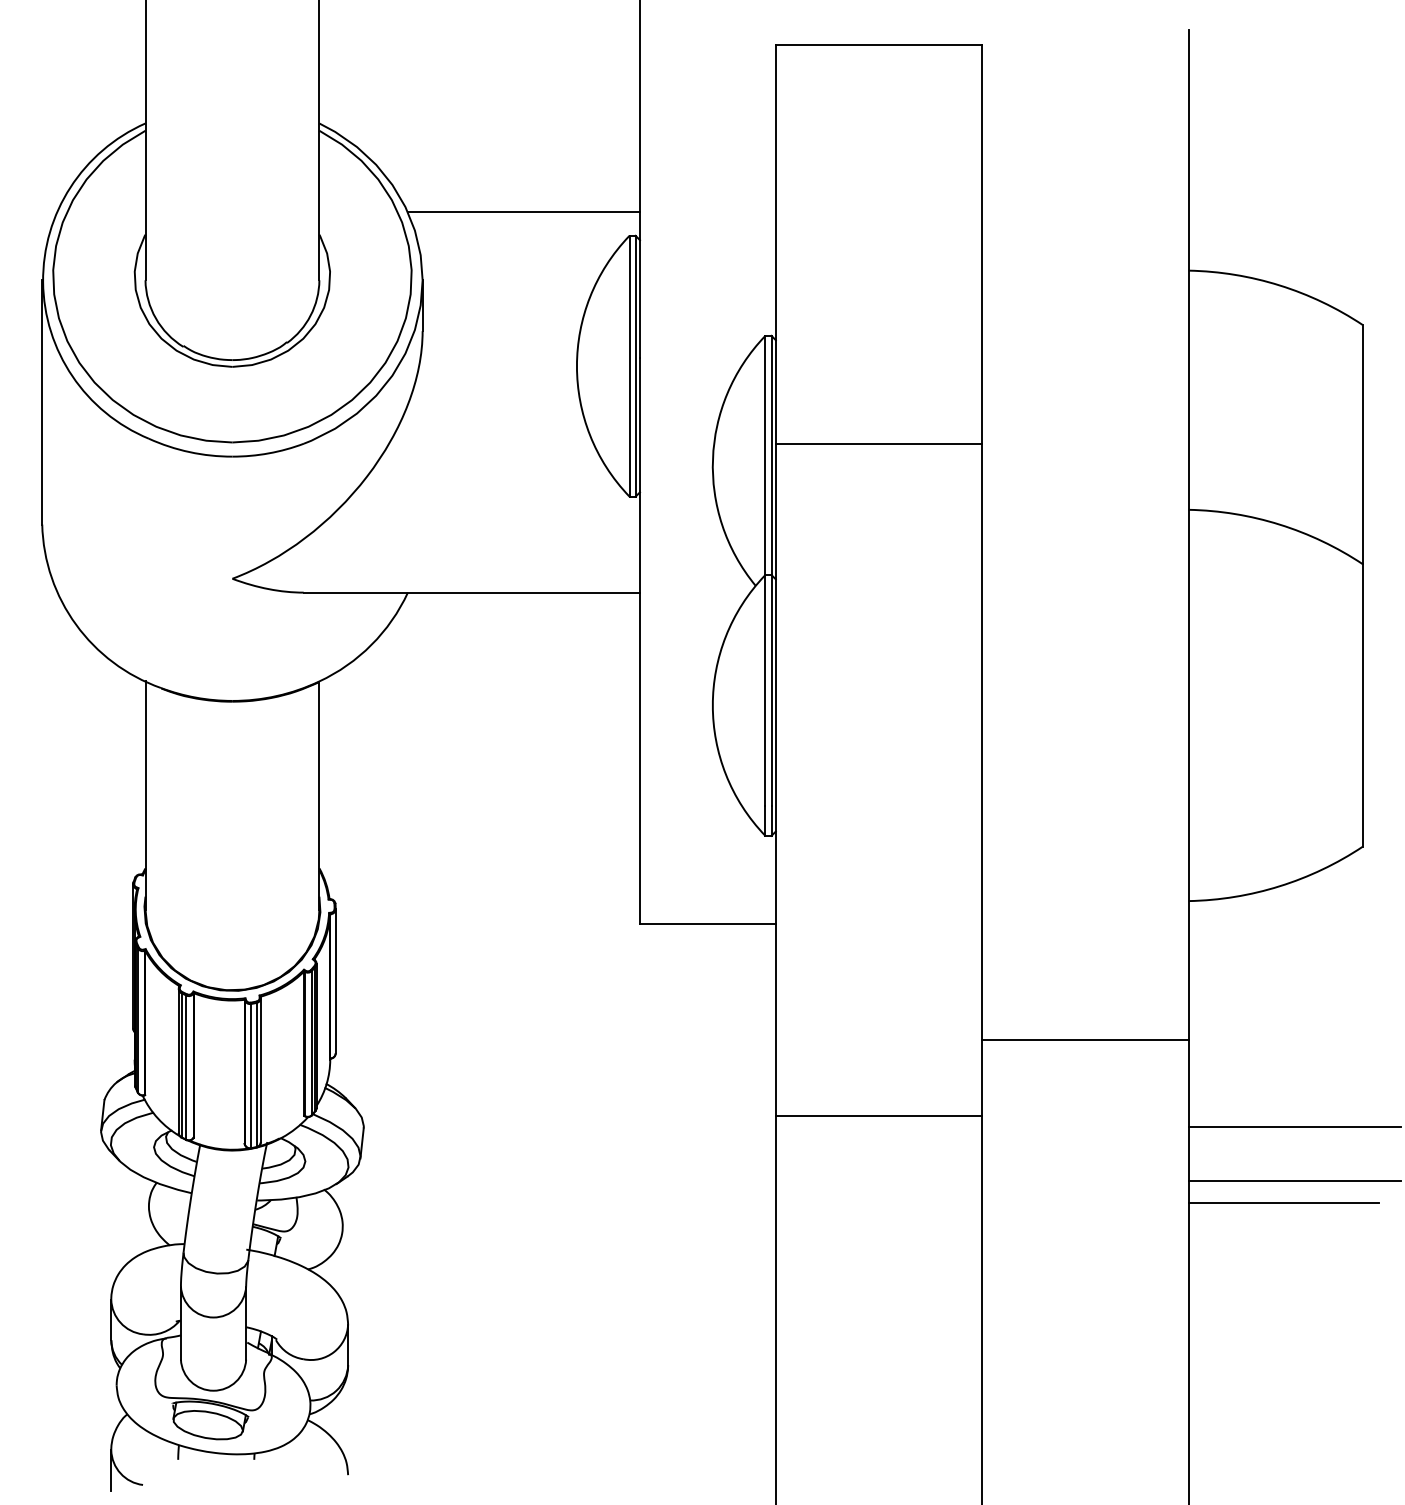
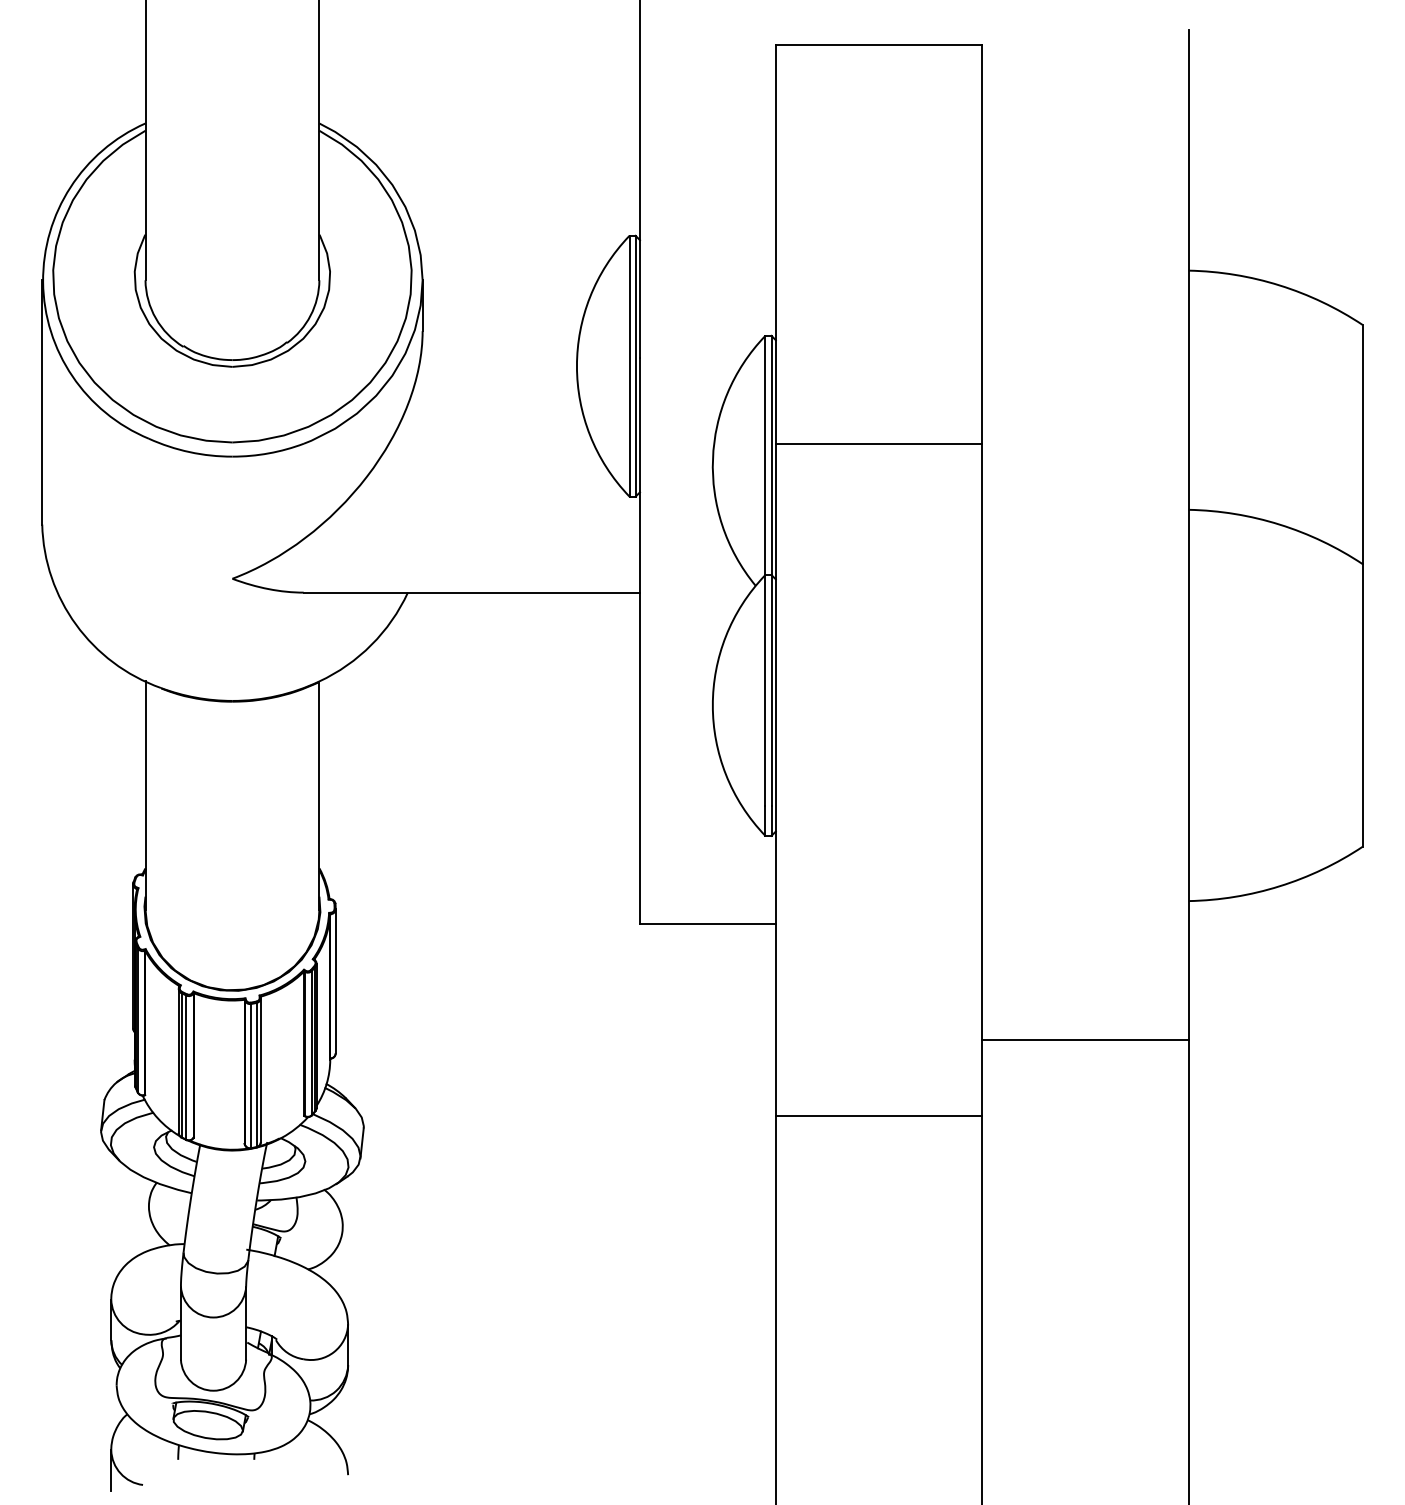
line at (523, 212): present -> none
line at (1294, 1127): present -> none
line at (1294, 1181): present -> none
line at (1283, 1203): present -> none
